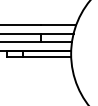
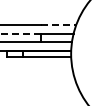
line at (58, 25): solid -> dashed
line at (20, 33): solid -> dashed
